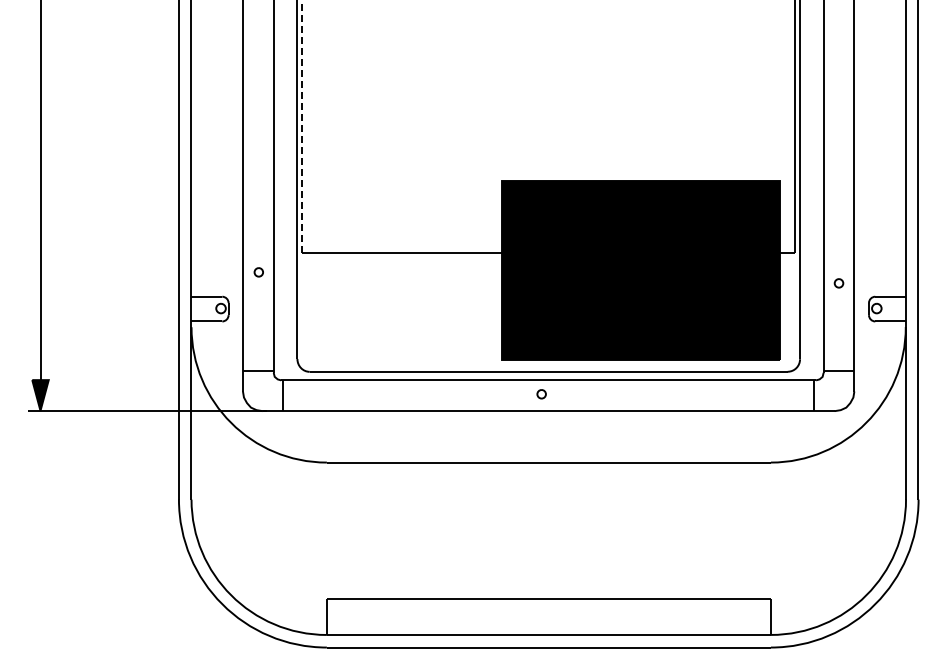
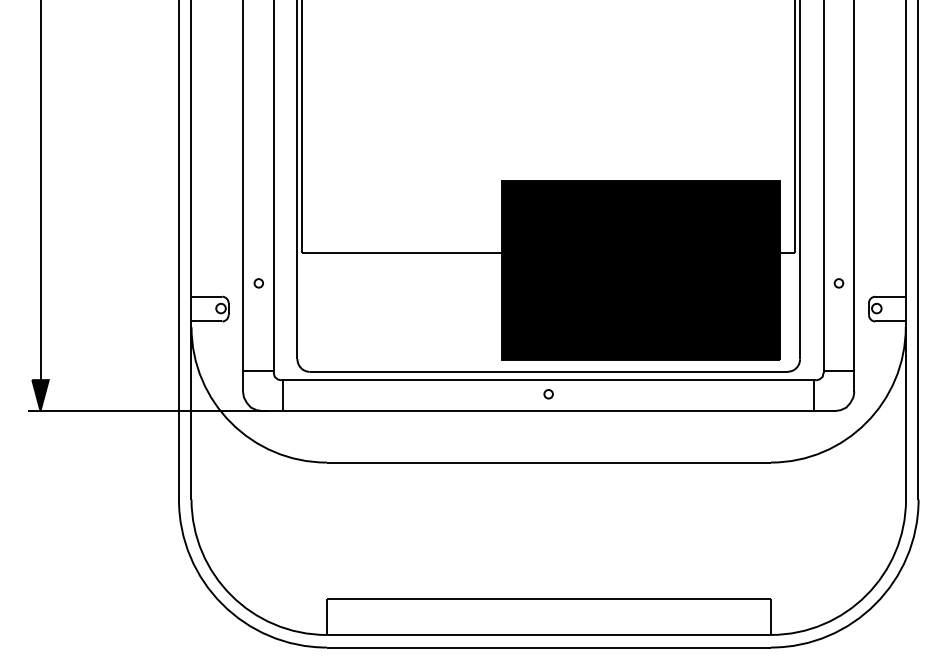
line at (301, 126): dashed -> solid
part at (258, 272) position: (258, 272) -> (258, 283)
part at (541, 394) position: (541, 394) -> (548, 394)
